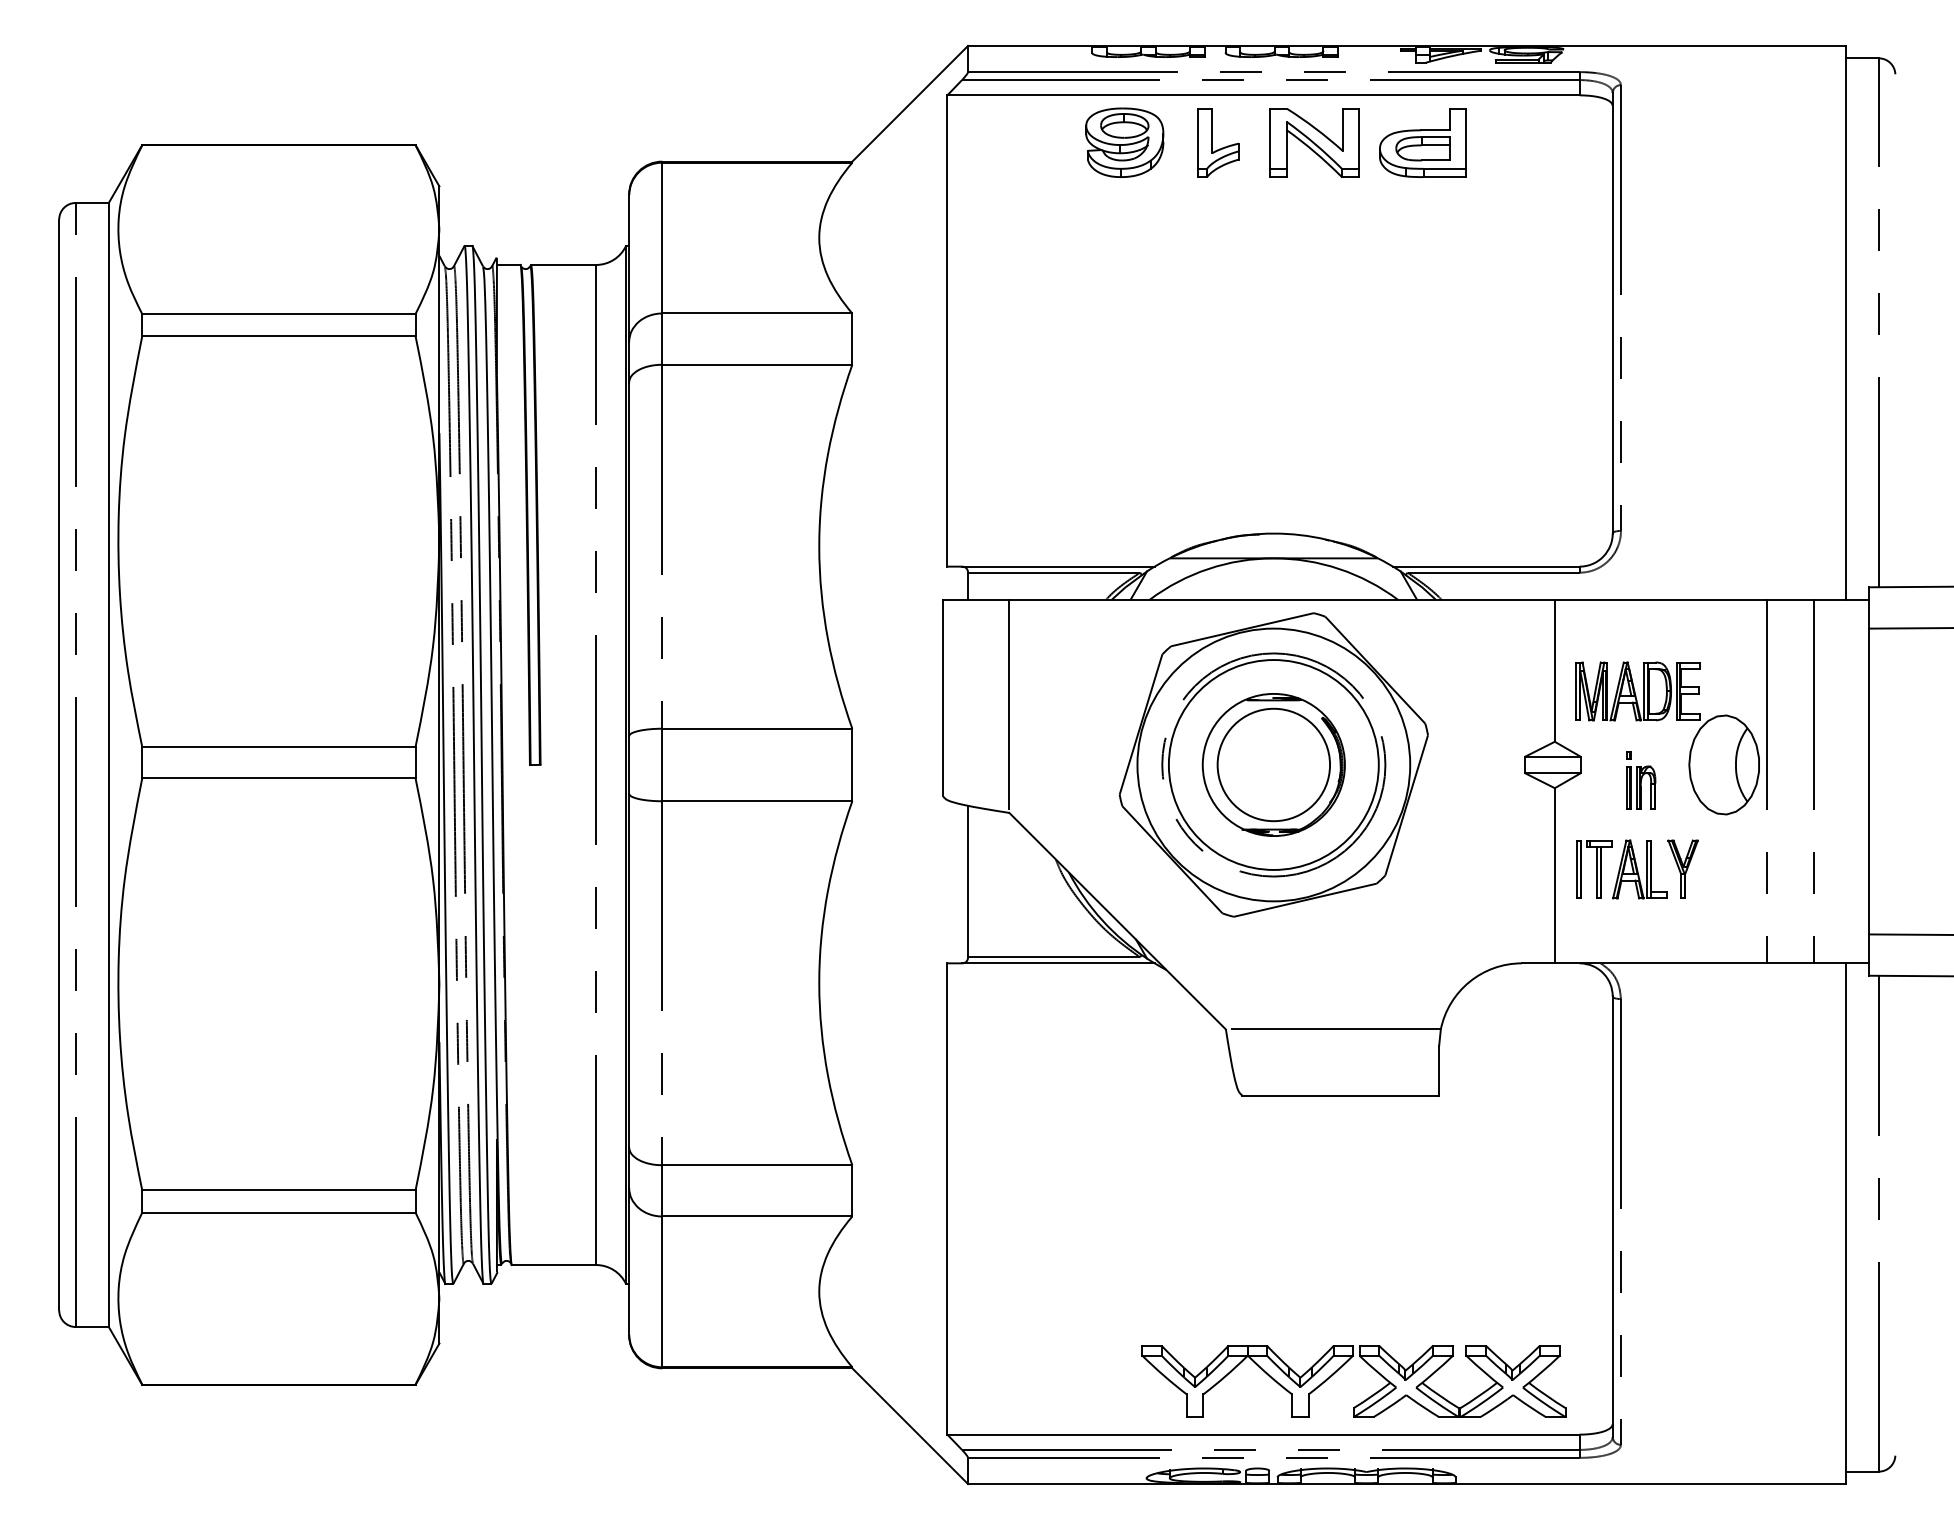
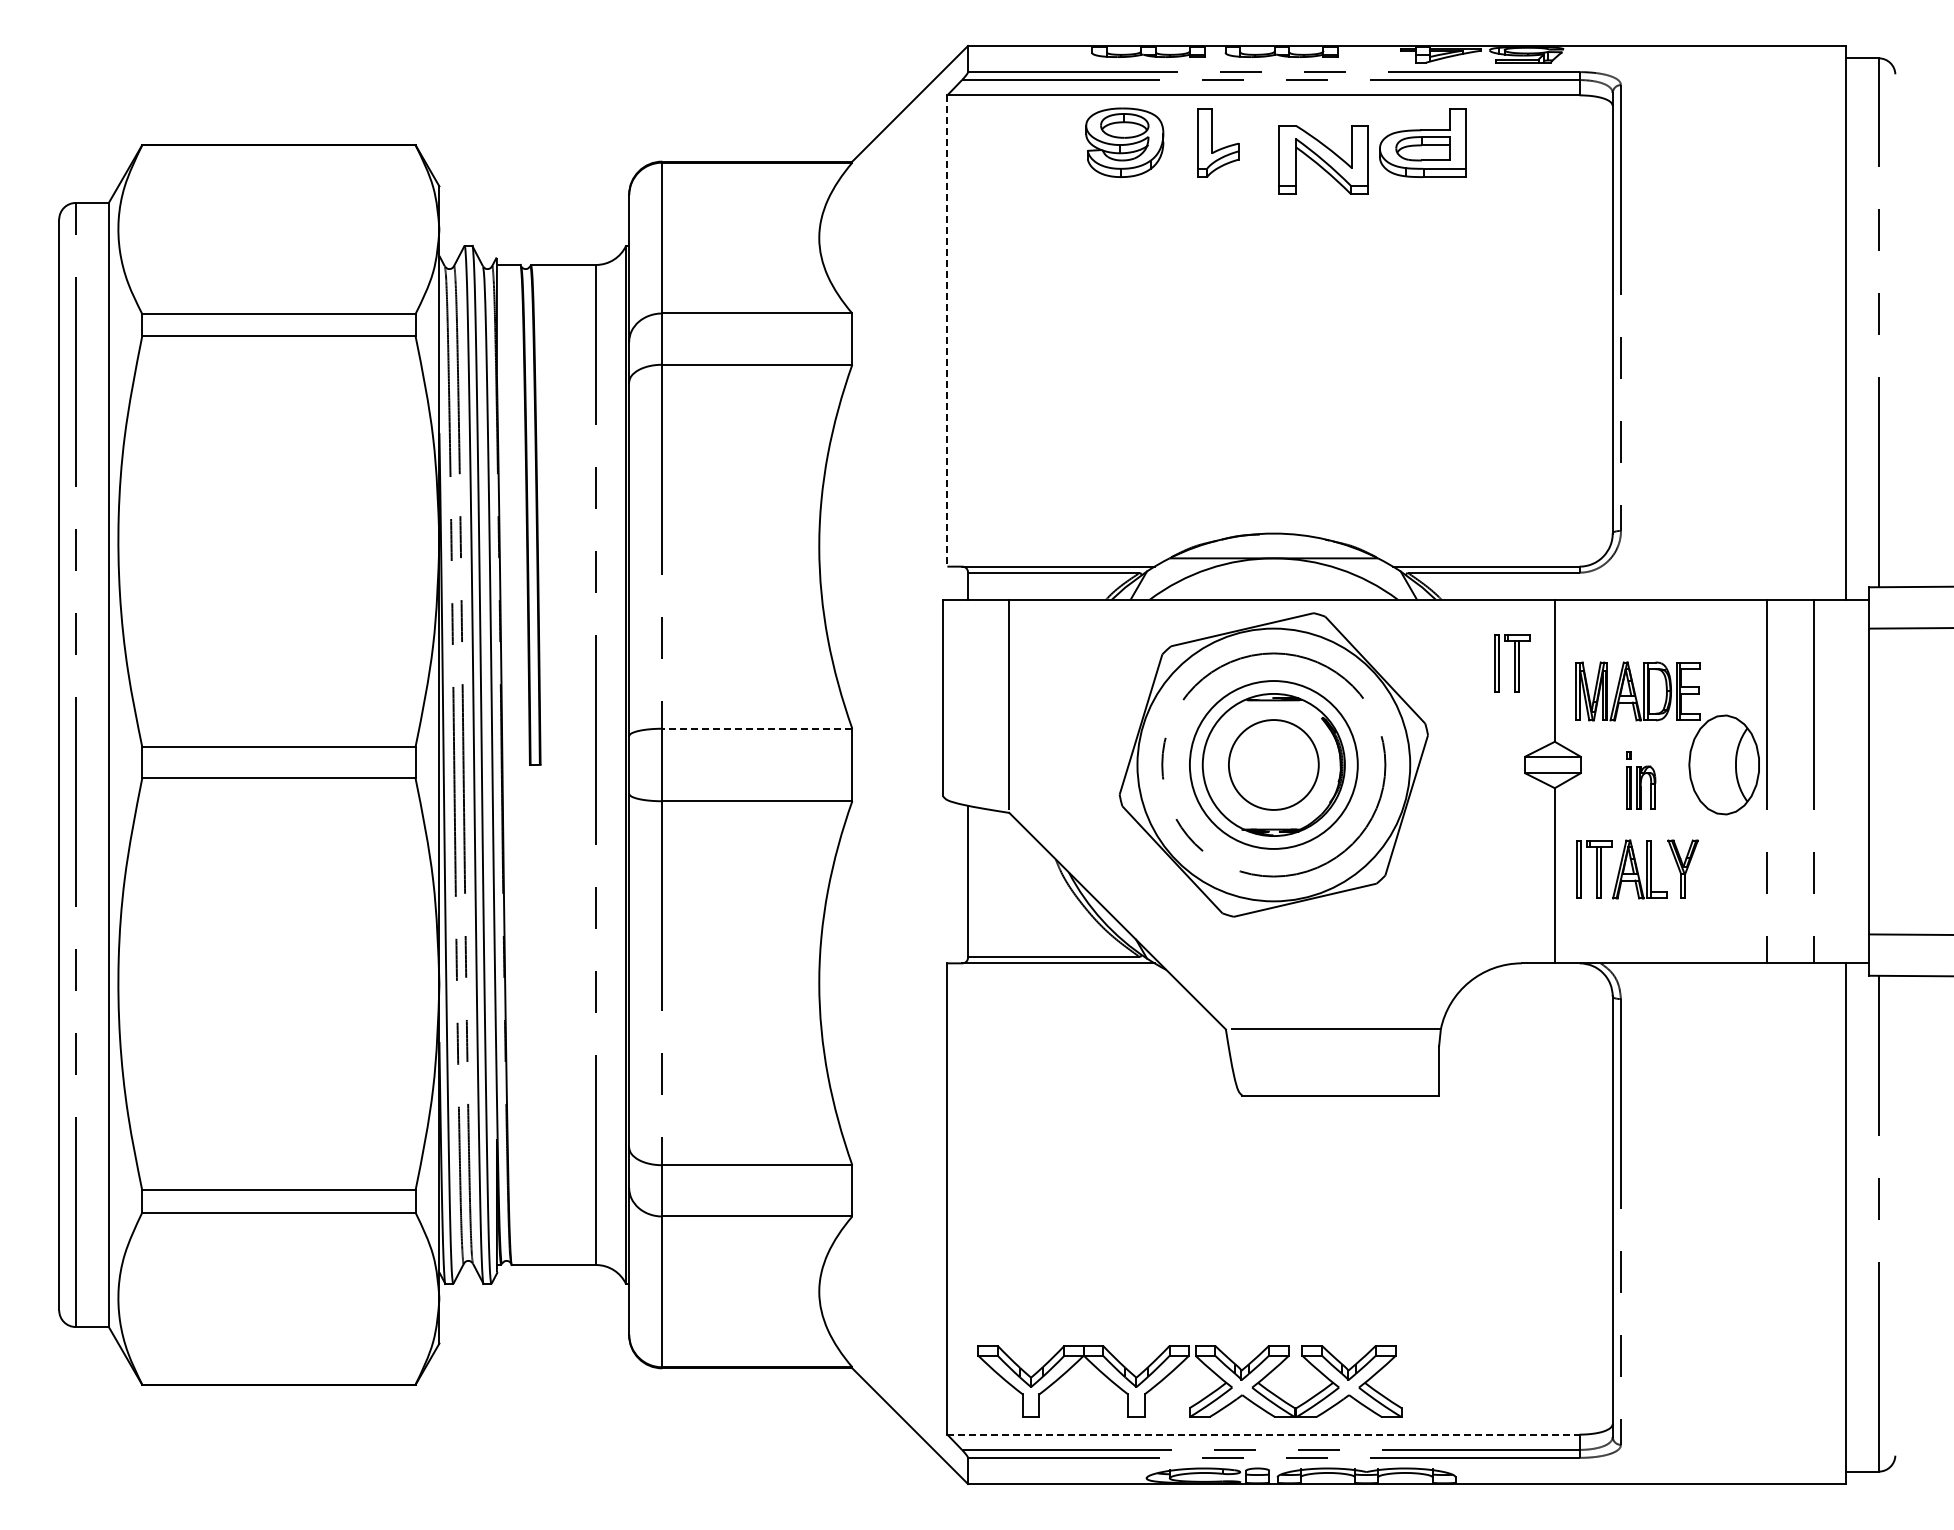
part at (1314, 142) position: (1314, 142) -> (1323, 159)
line at (947, 331): solid -> dashed
part at (1512, 663): none -> present
line at (756, 728): solid -> dashed
circle at (1273, 764) diameter: 112 px -> 90 px
circle at (1273, 764) diameter: 210 px -> 168 px
part at (1341, 1368) position: (1341, 1368) -> (1177, 1368)
line at (1264, 1434): solid -> dashed
